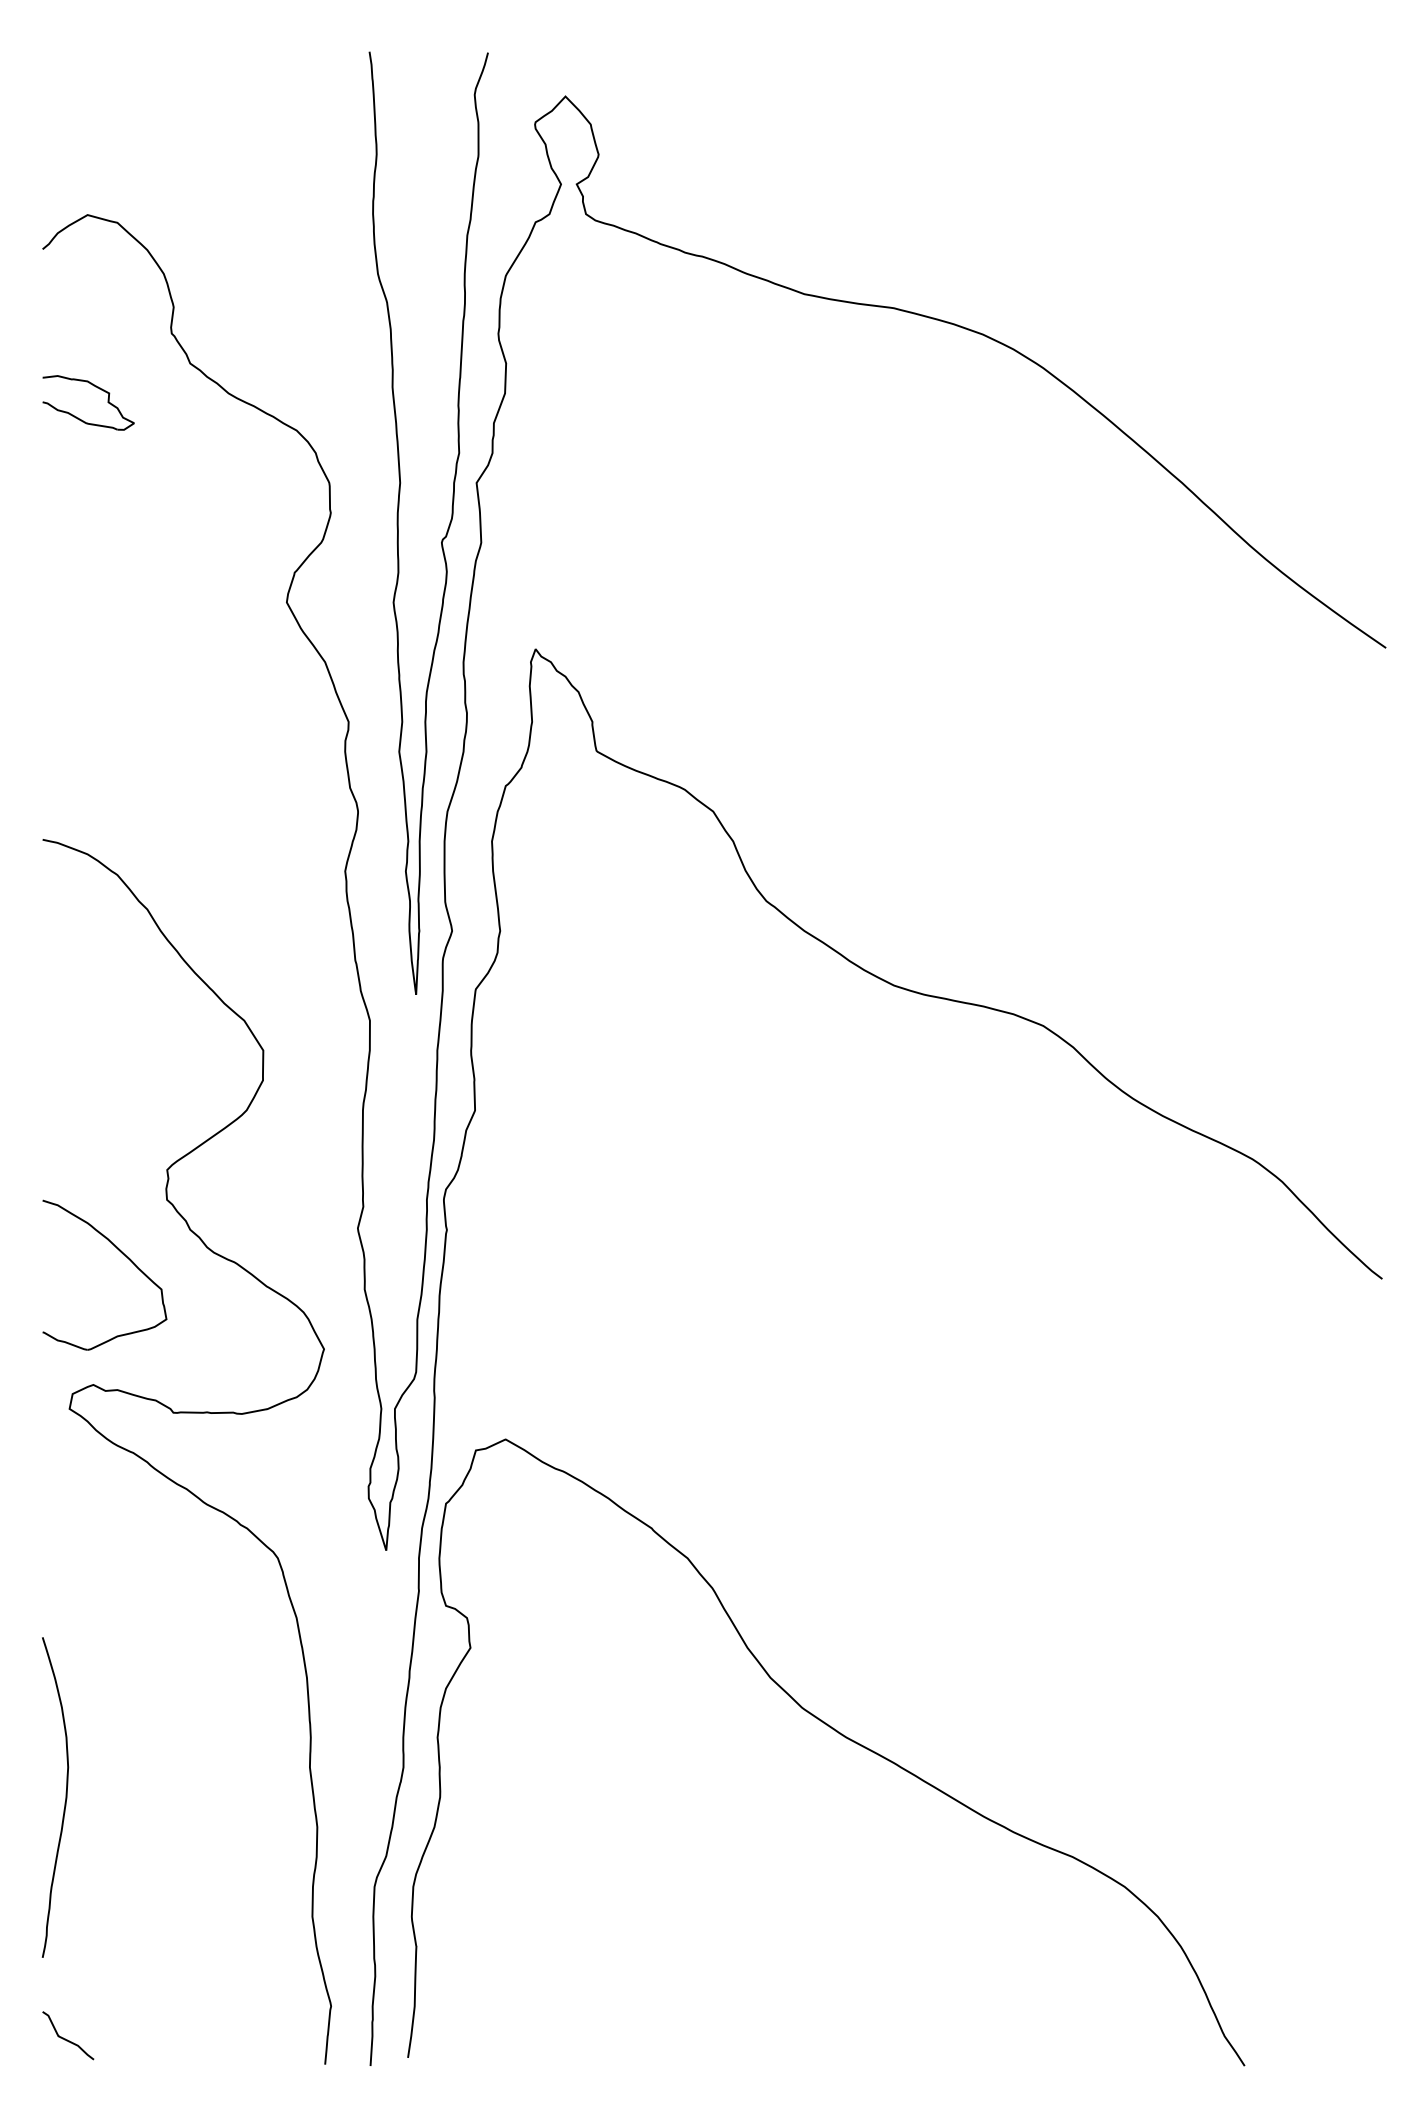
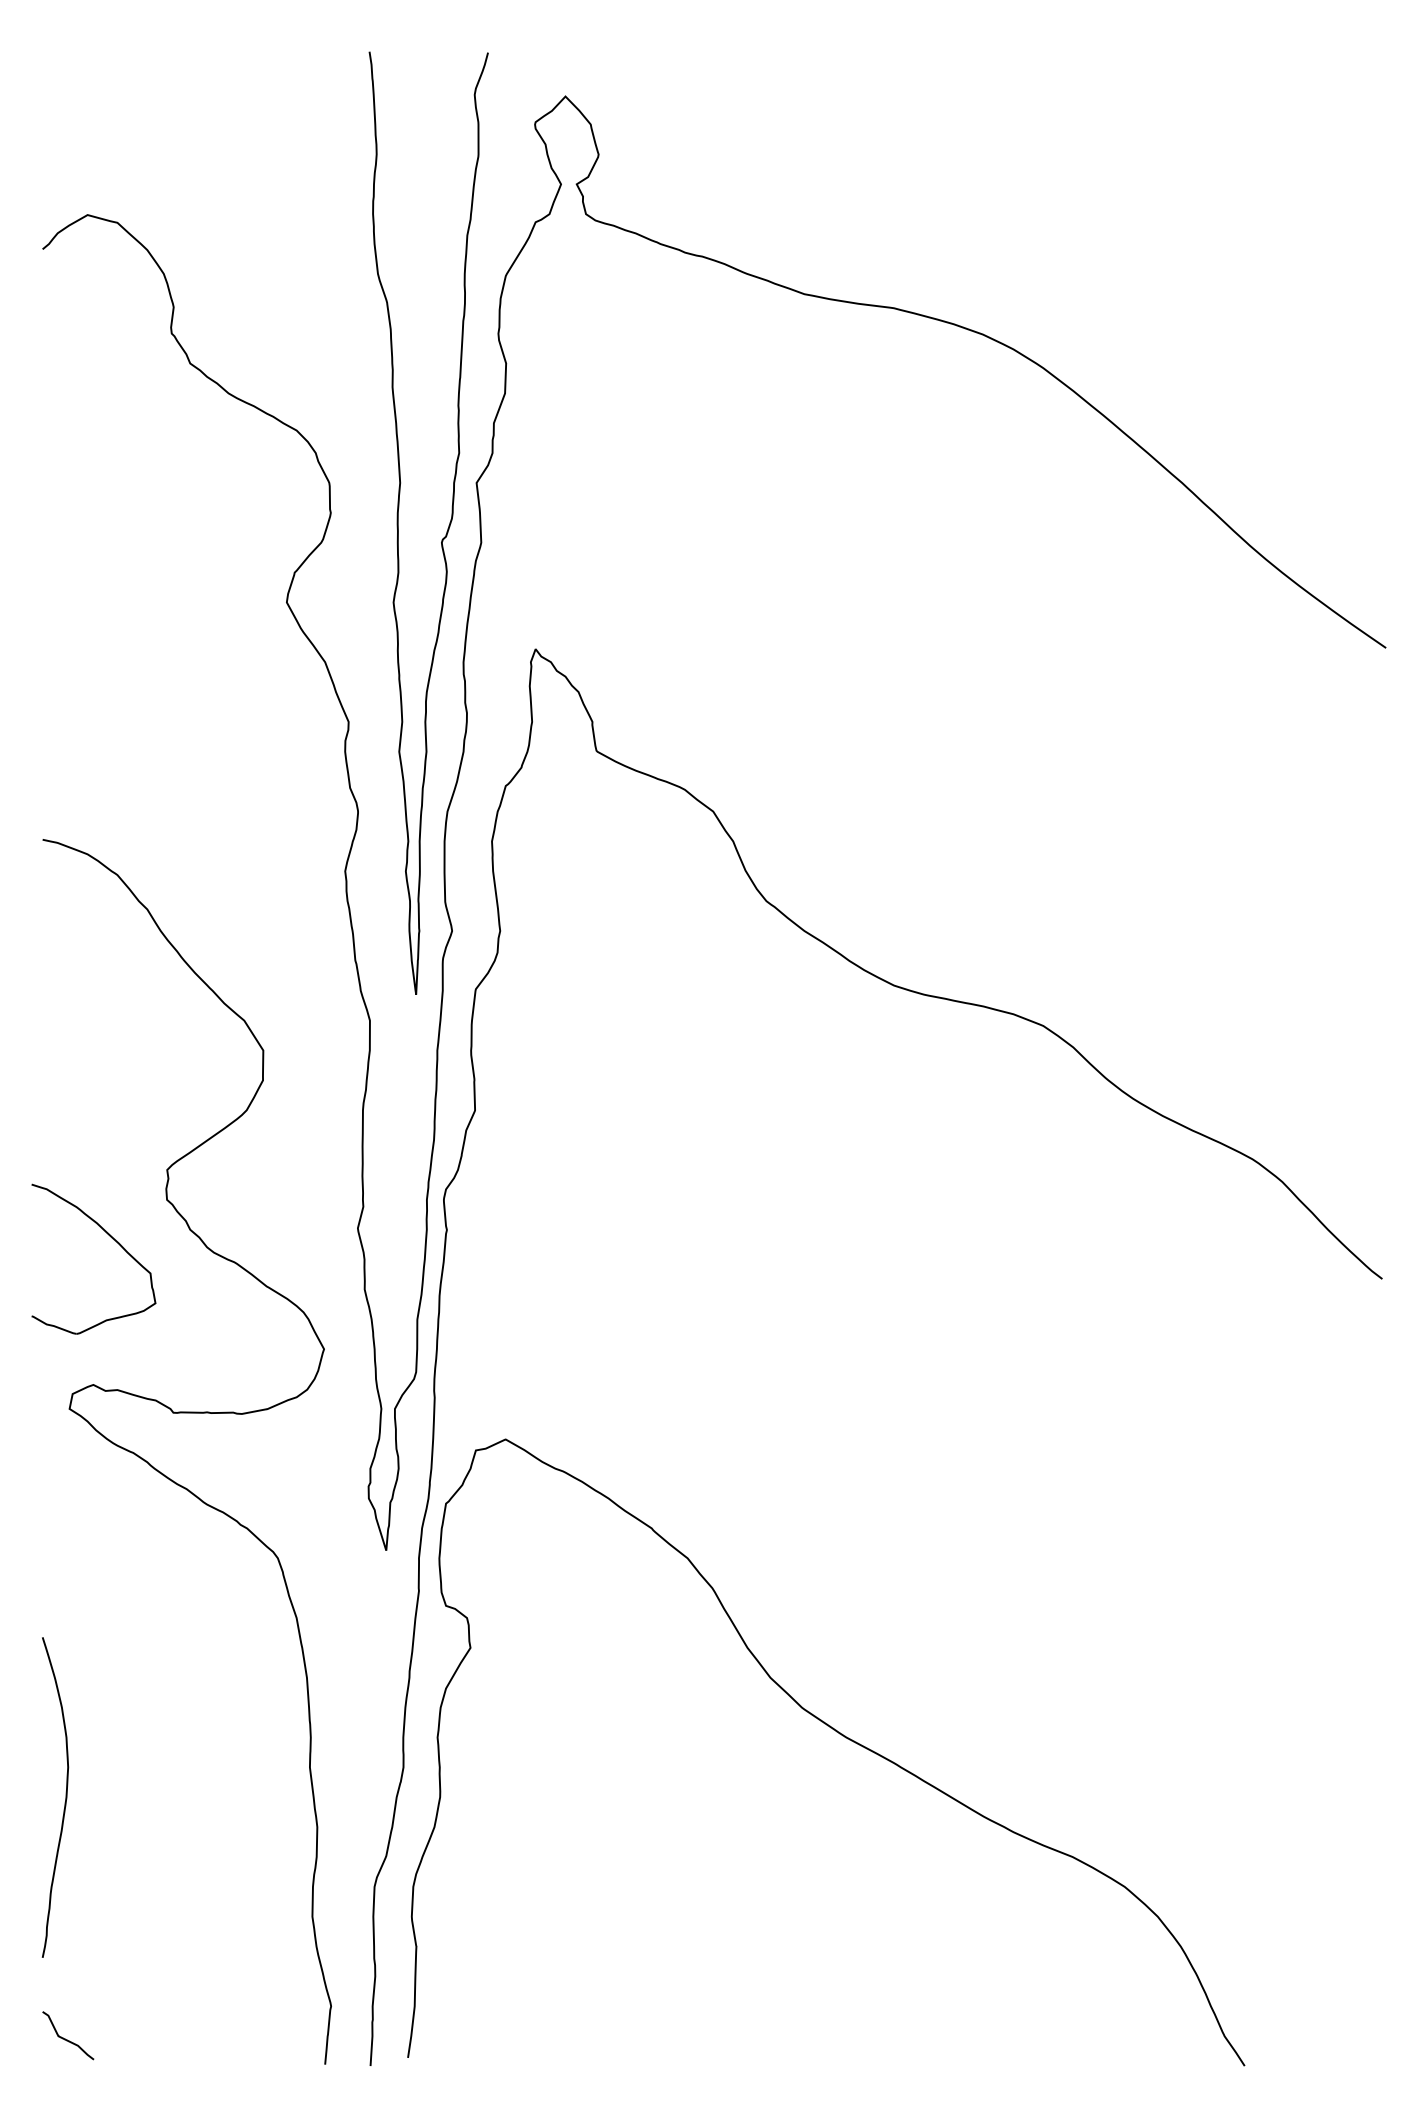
part at (95, 387): present -> none
part at (123, 1255) position: (123, 1255) -> (112, 1239)
